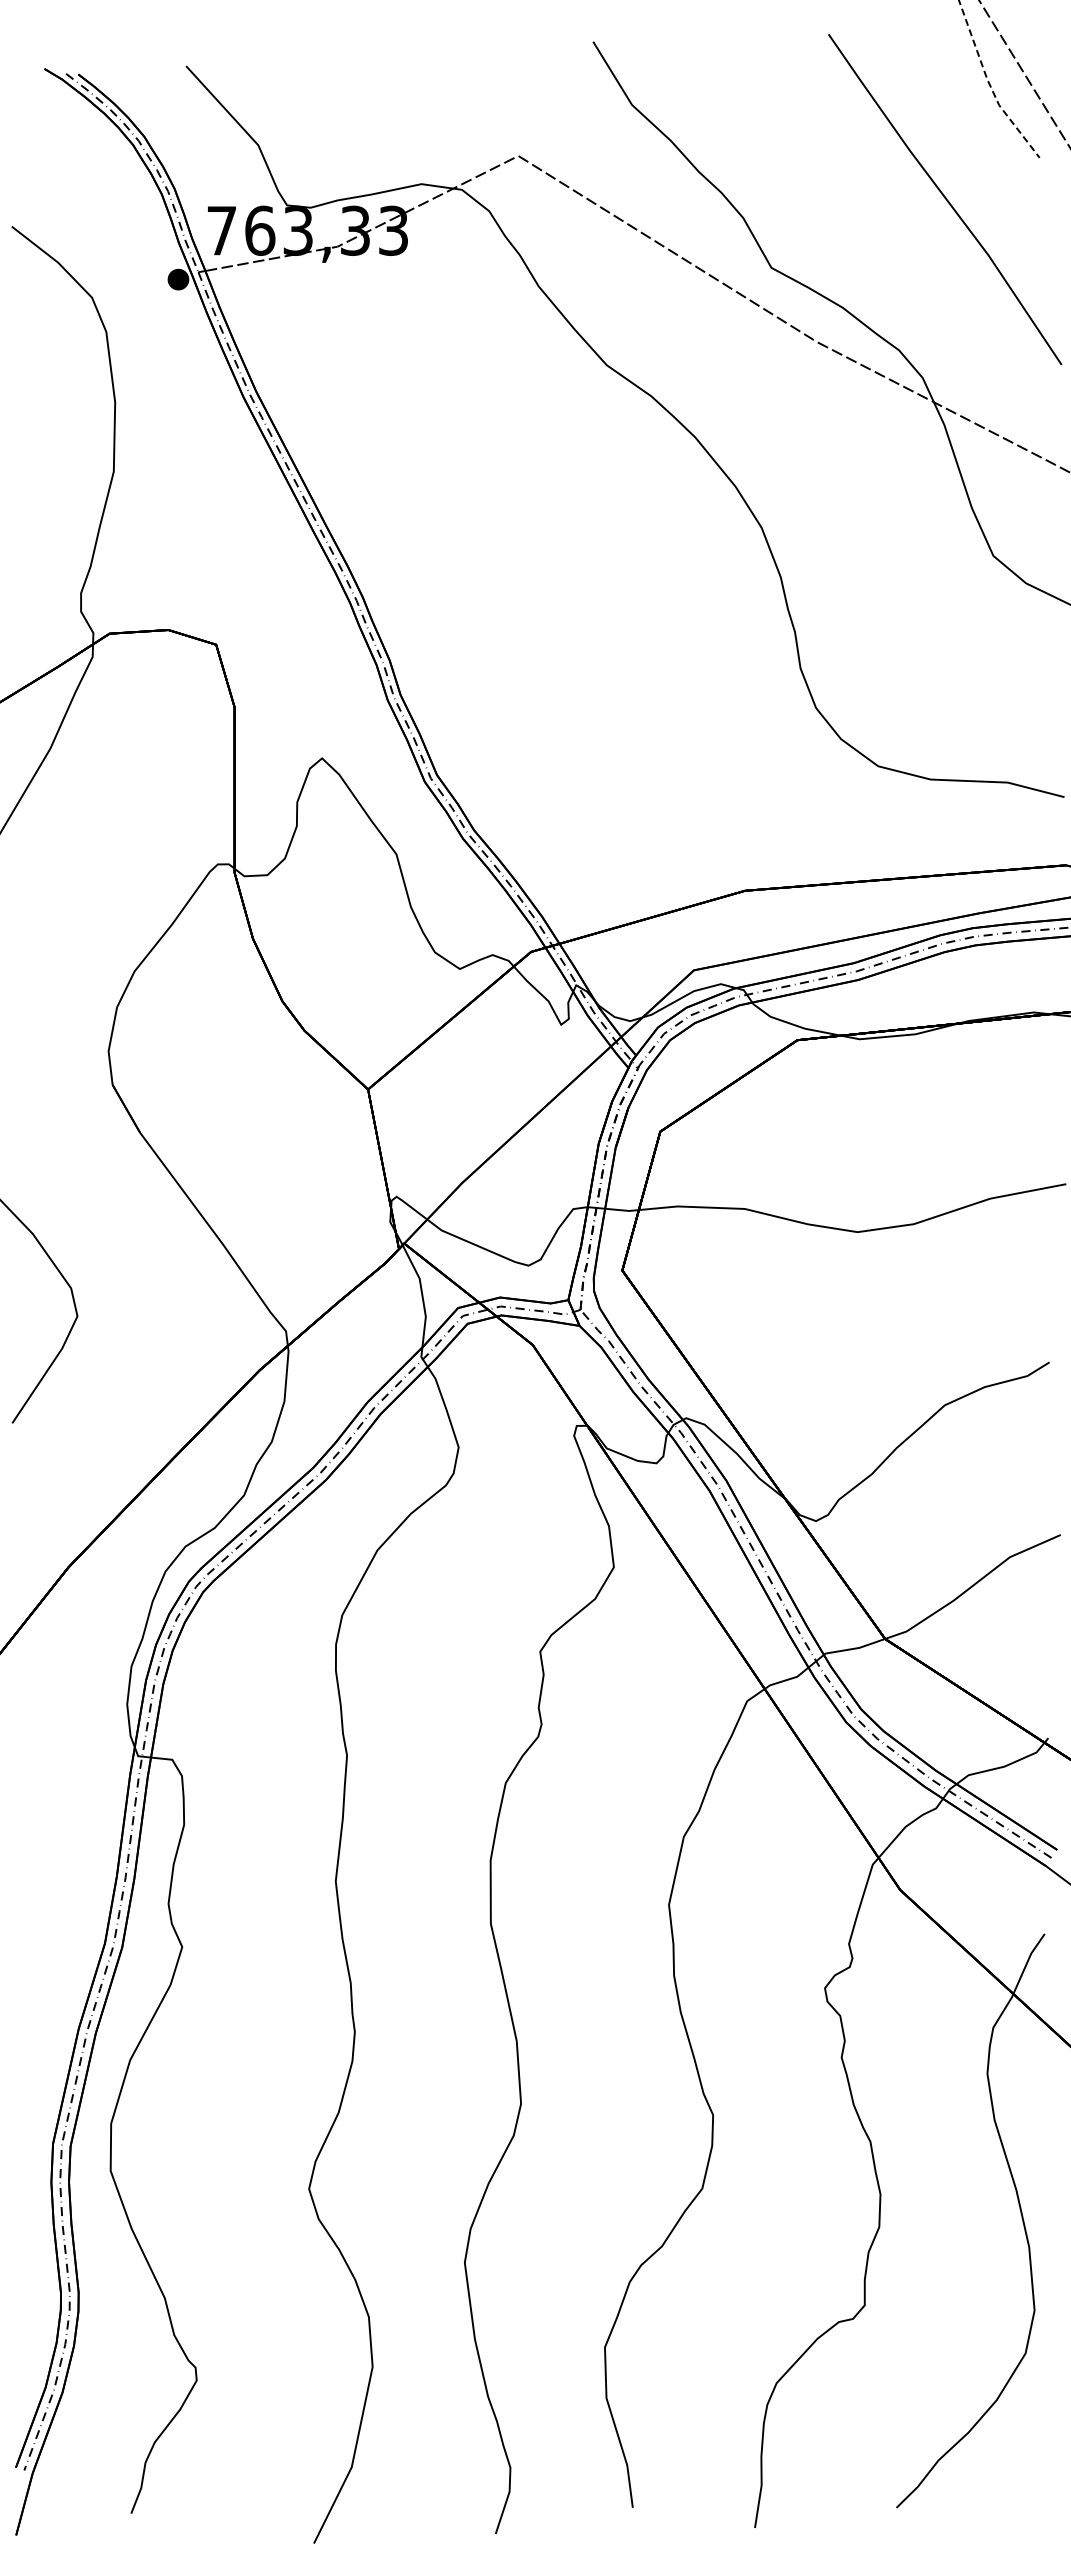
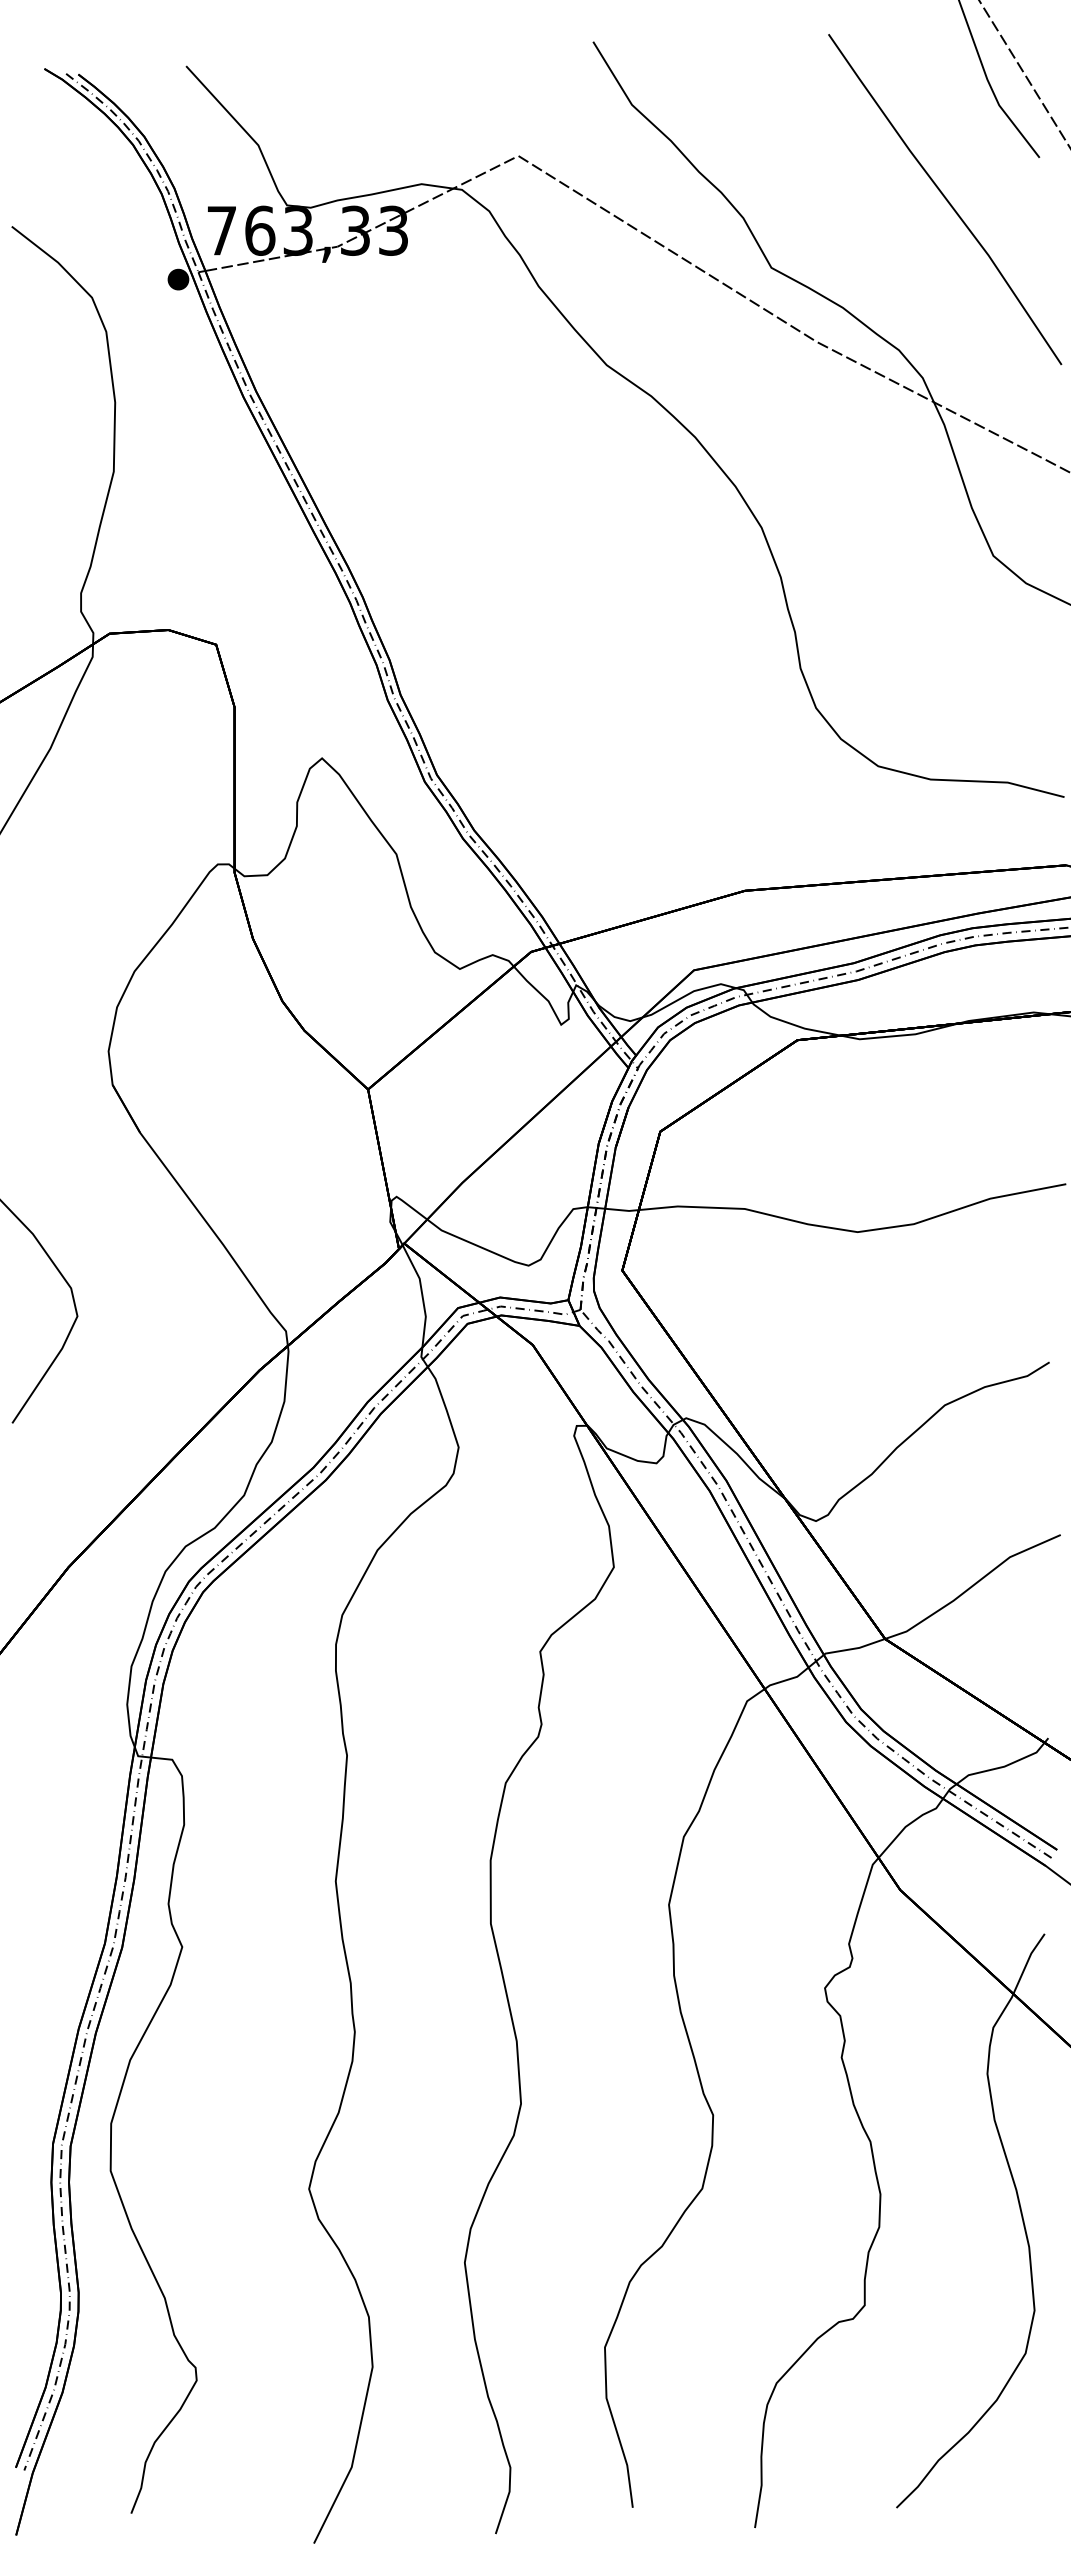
line at (989, 84): dashed -> solid
